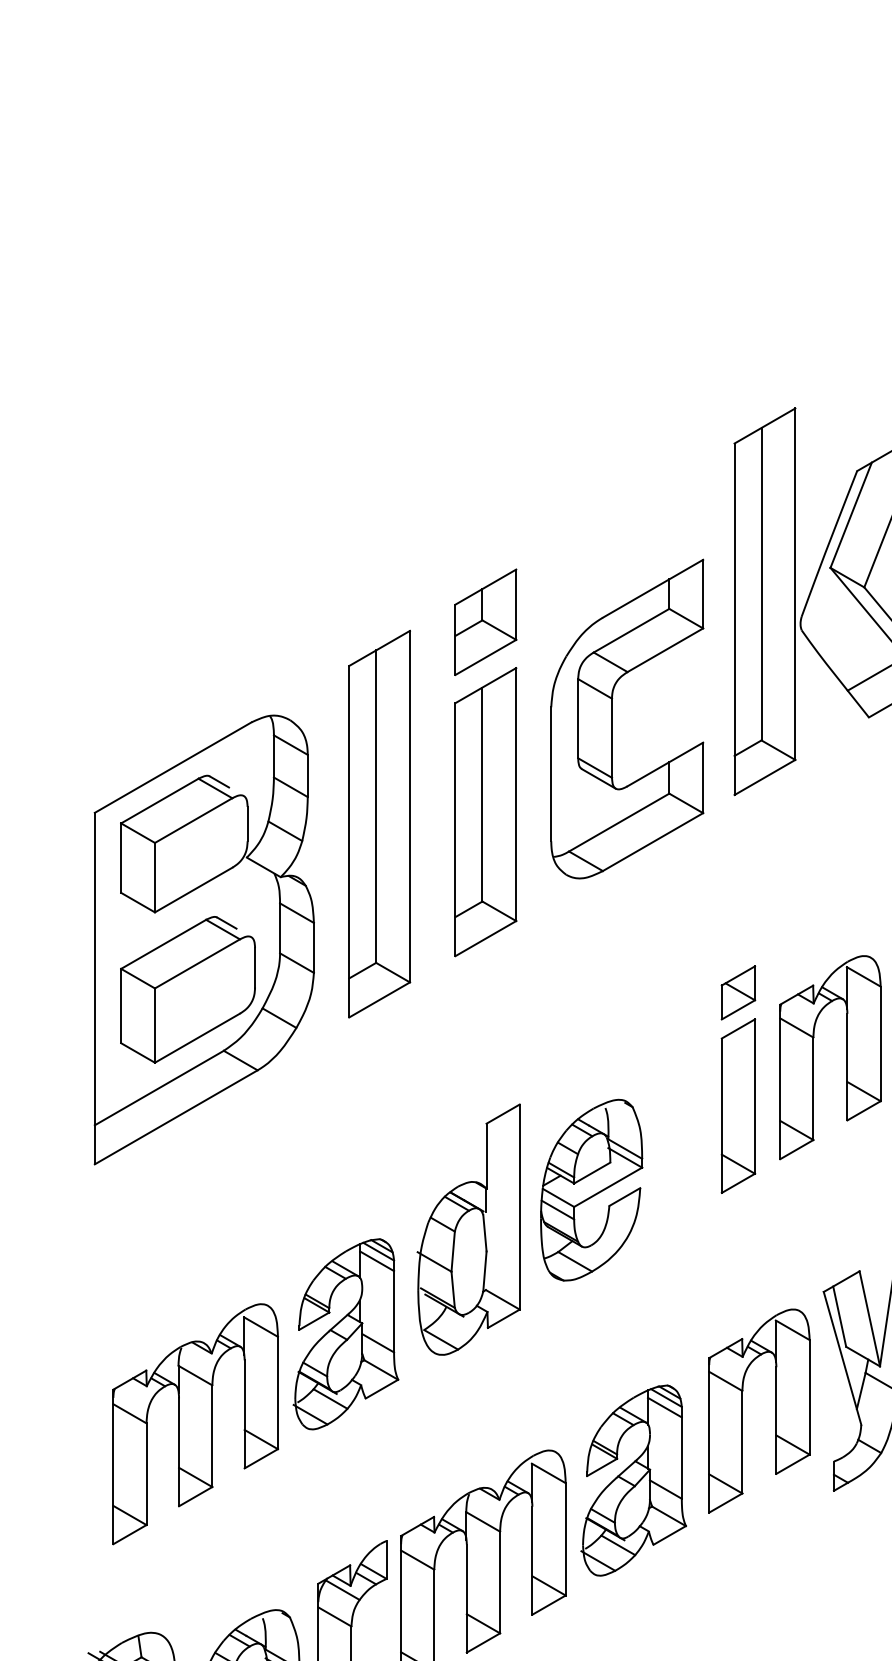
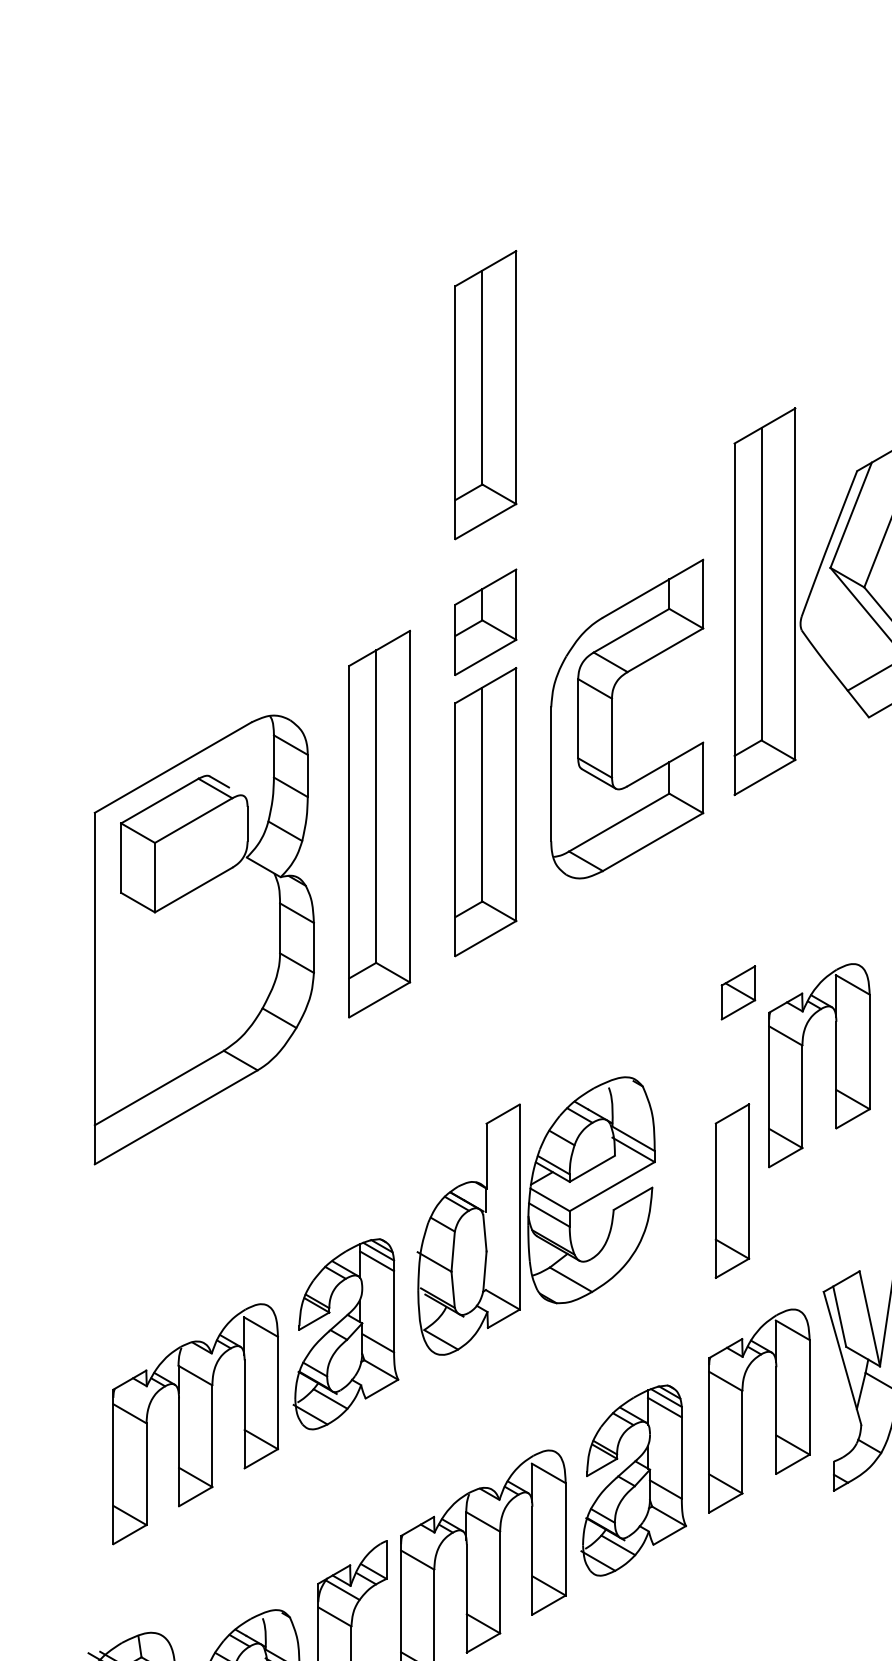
part at (485, 395): none -> present
part at (187, 989): present -> none
part at (846, 1057) position: (846, 1057) -> (835, 1065)
part at (738, 1105) position: (738, 1105) -> (732, 1190)
part at (591, 1189) size: 104x184 px -> 129x229 px
